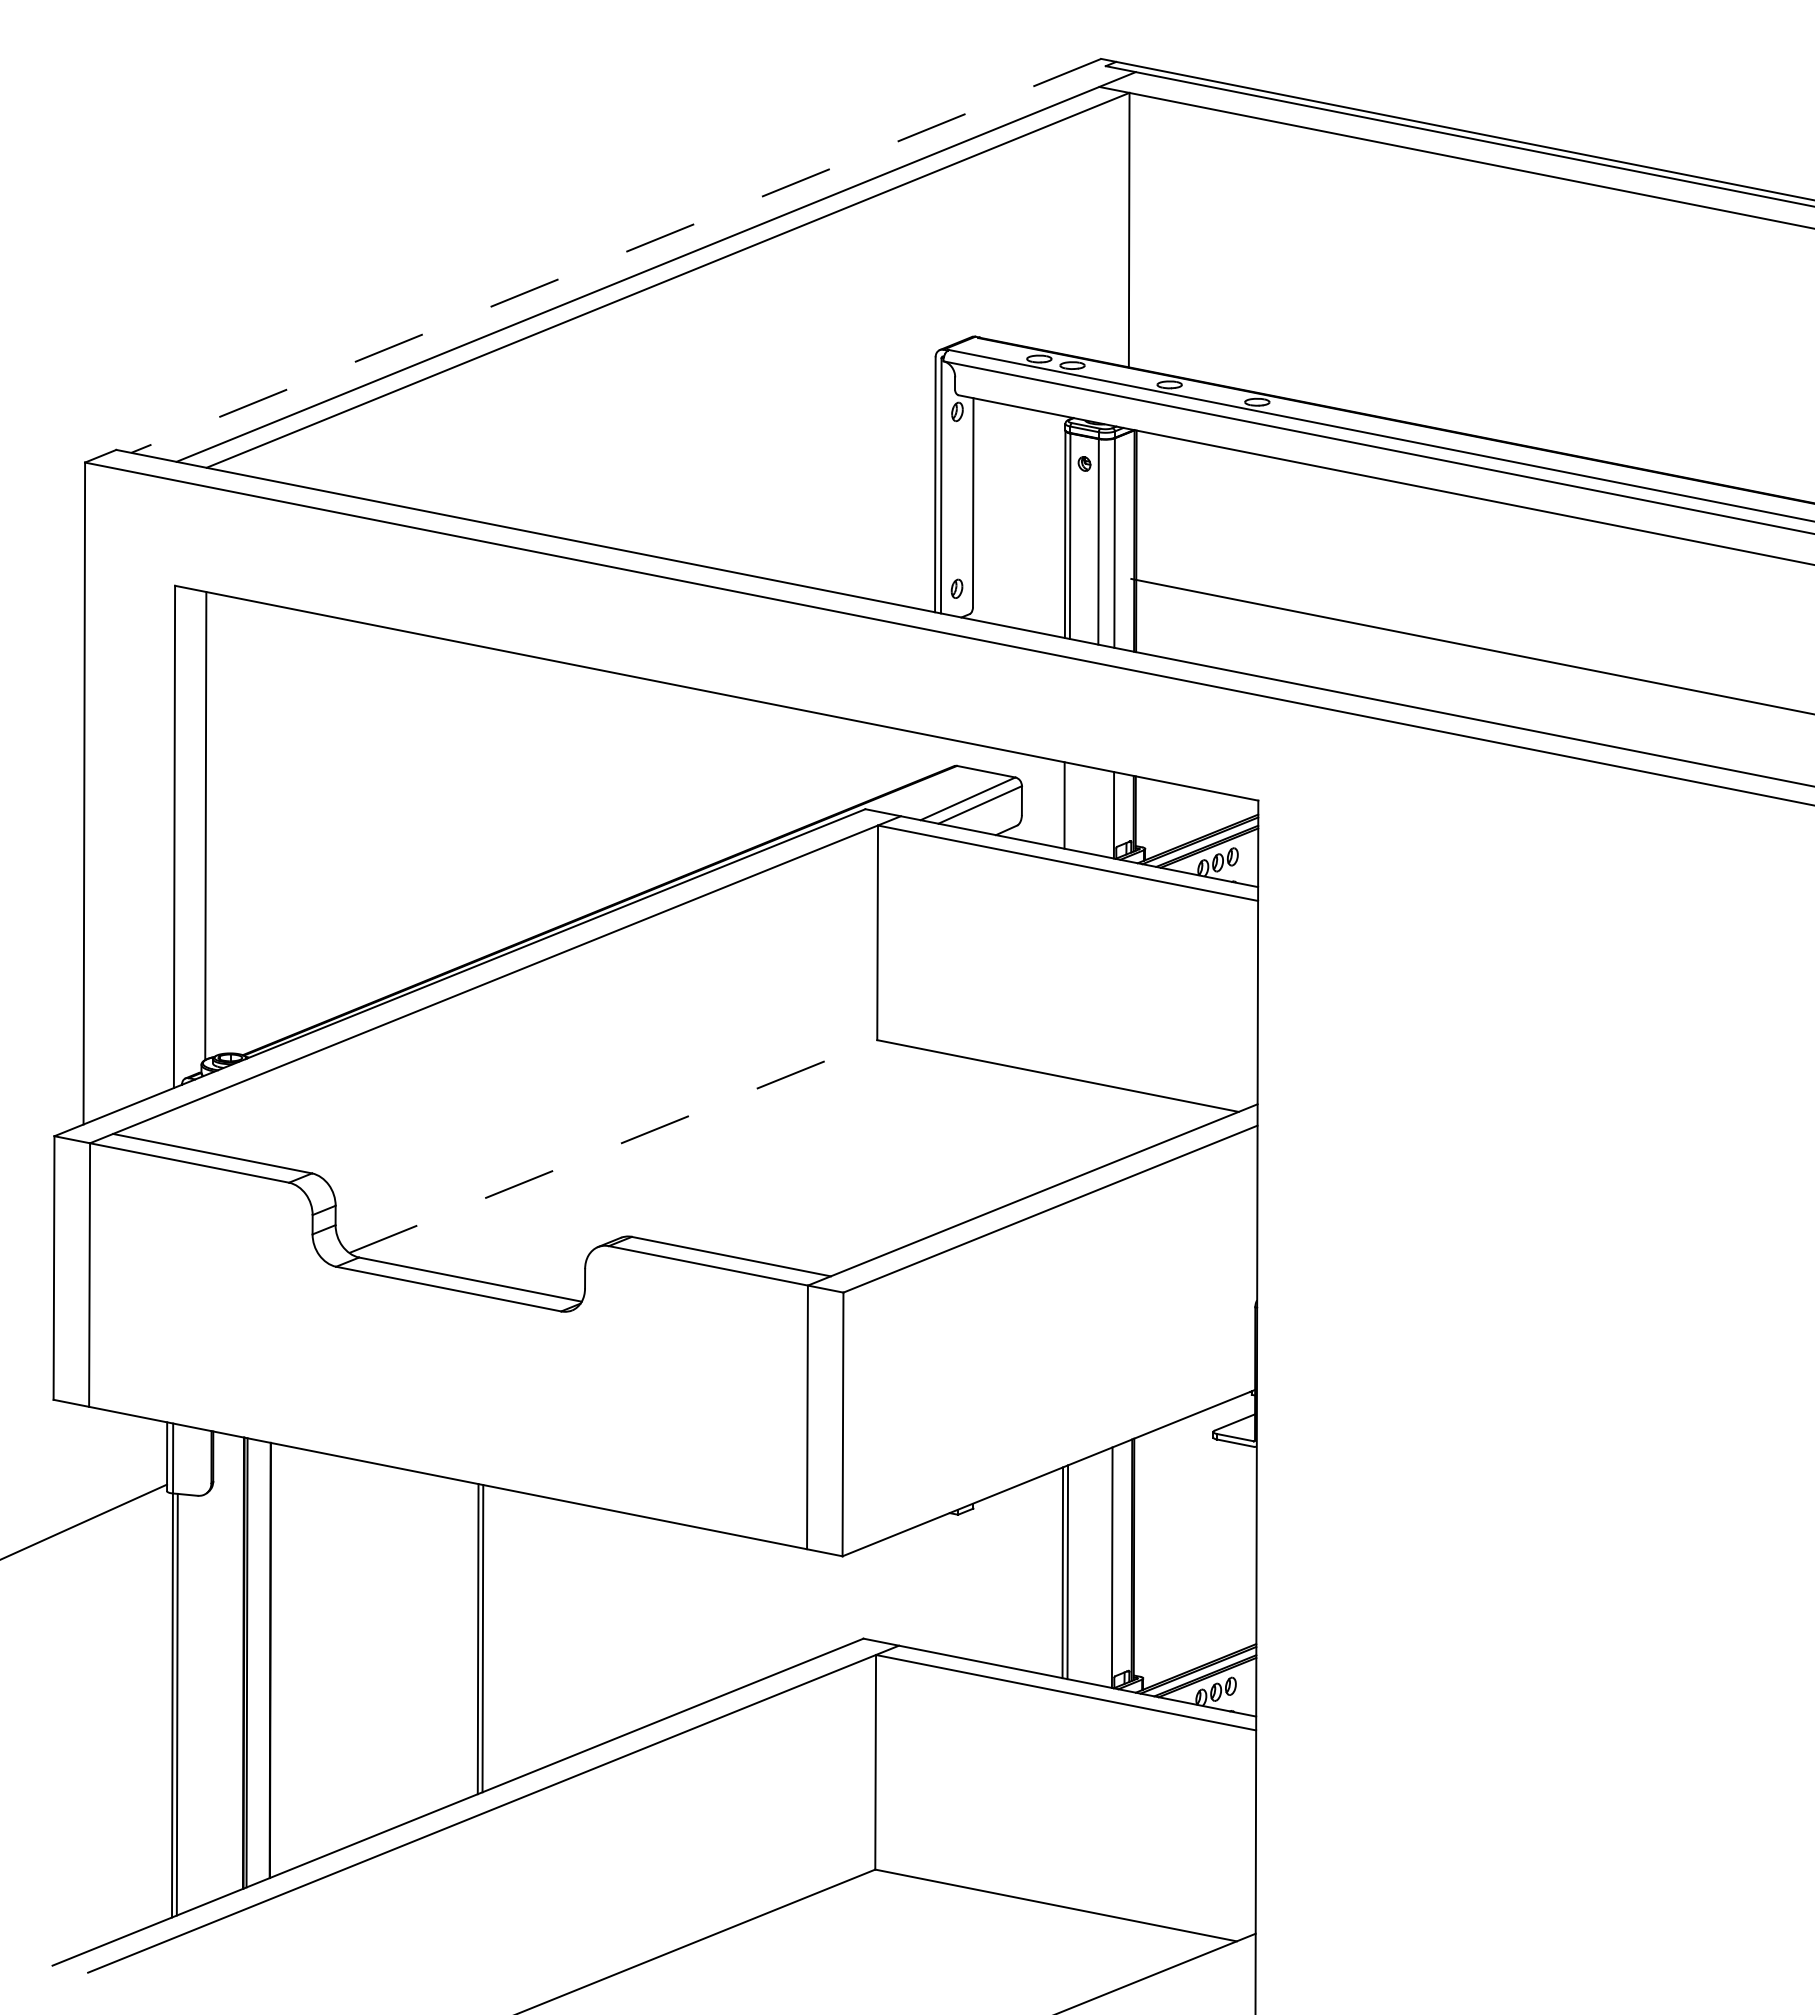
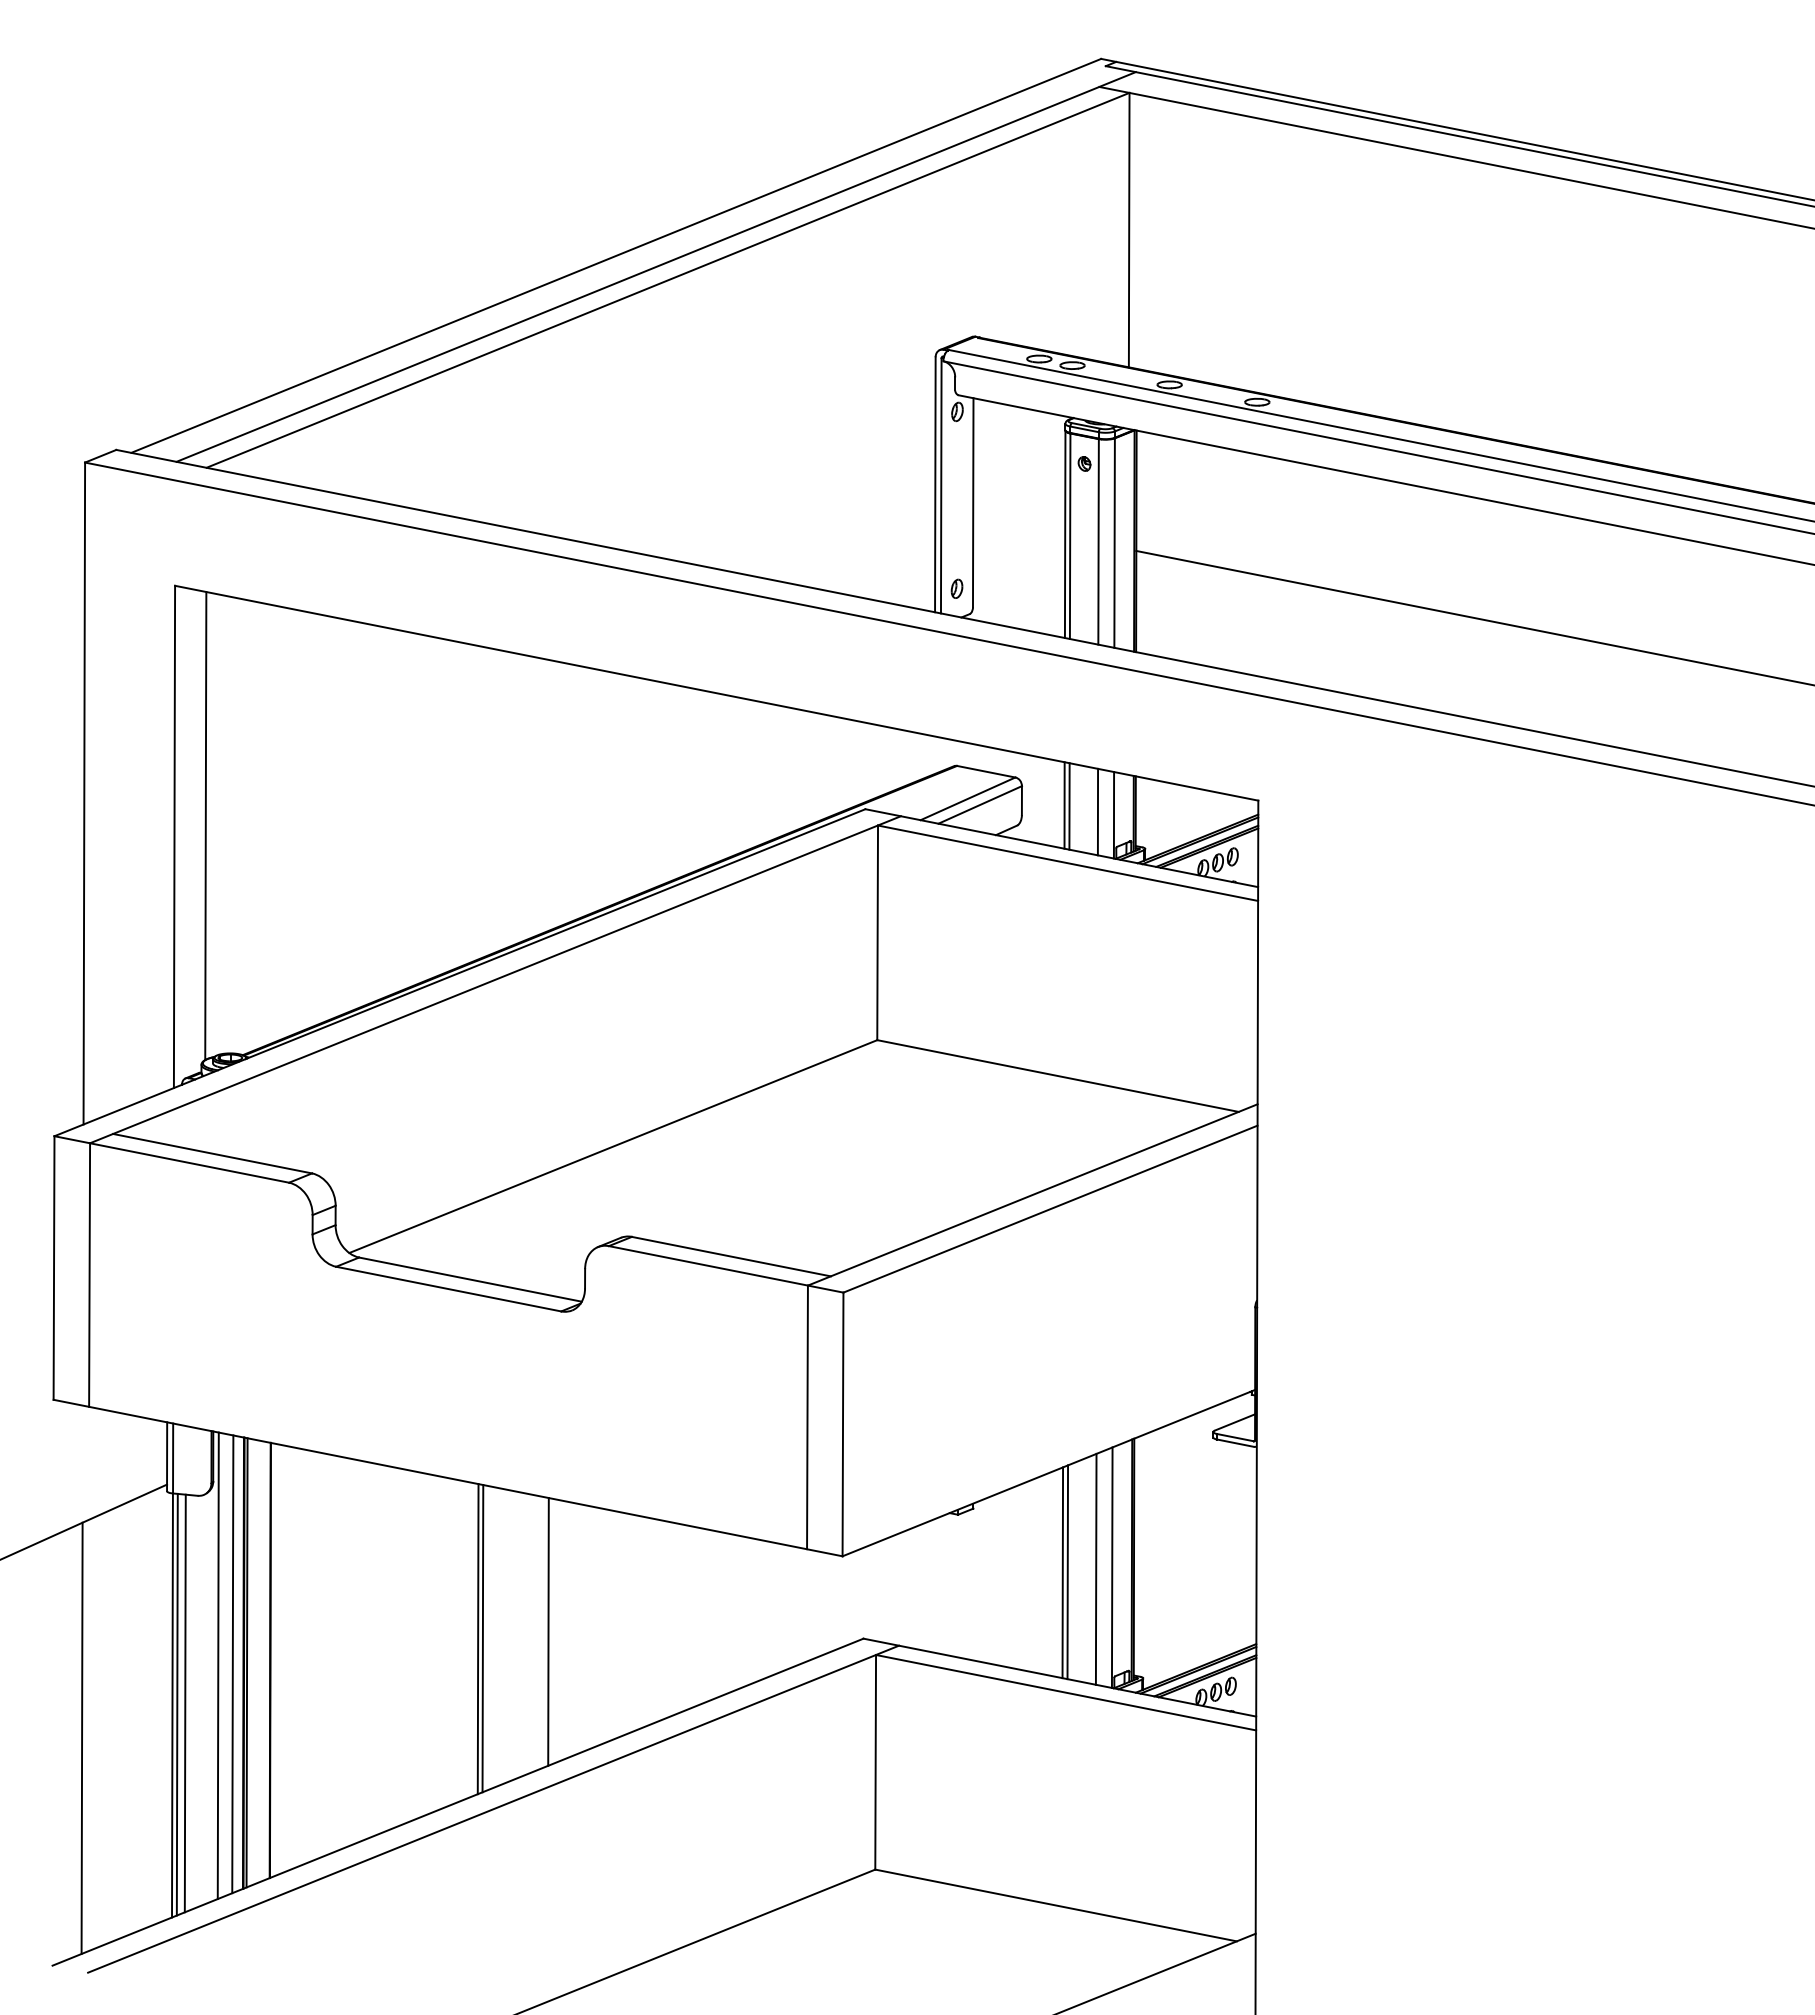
line at (615, 256): dashed -> solid
line at (1471, 645) position: (1471, 645) -> (1473, 617)
line at (1069, 806): none -> present
line at (1097, 811): none -> present
line at (613, 1146): dashed -> solid
line at (1095, 1568): none -> present
line at (548, 1631): none -> present
line at (232, 1664): none -> present
line at (217, 1665): none -> present
line at (184, 1703): none -> present
line at (81, 1737): none -> present
